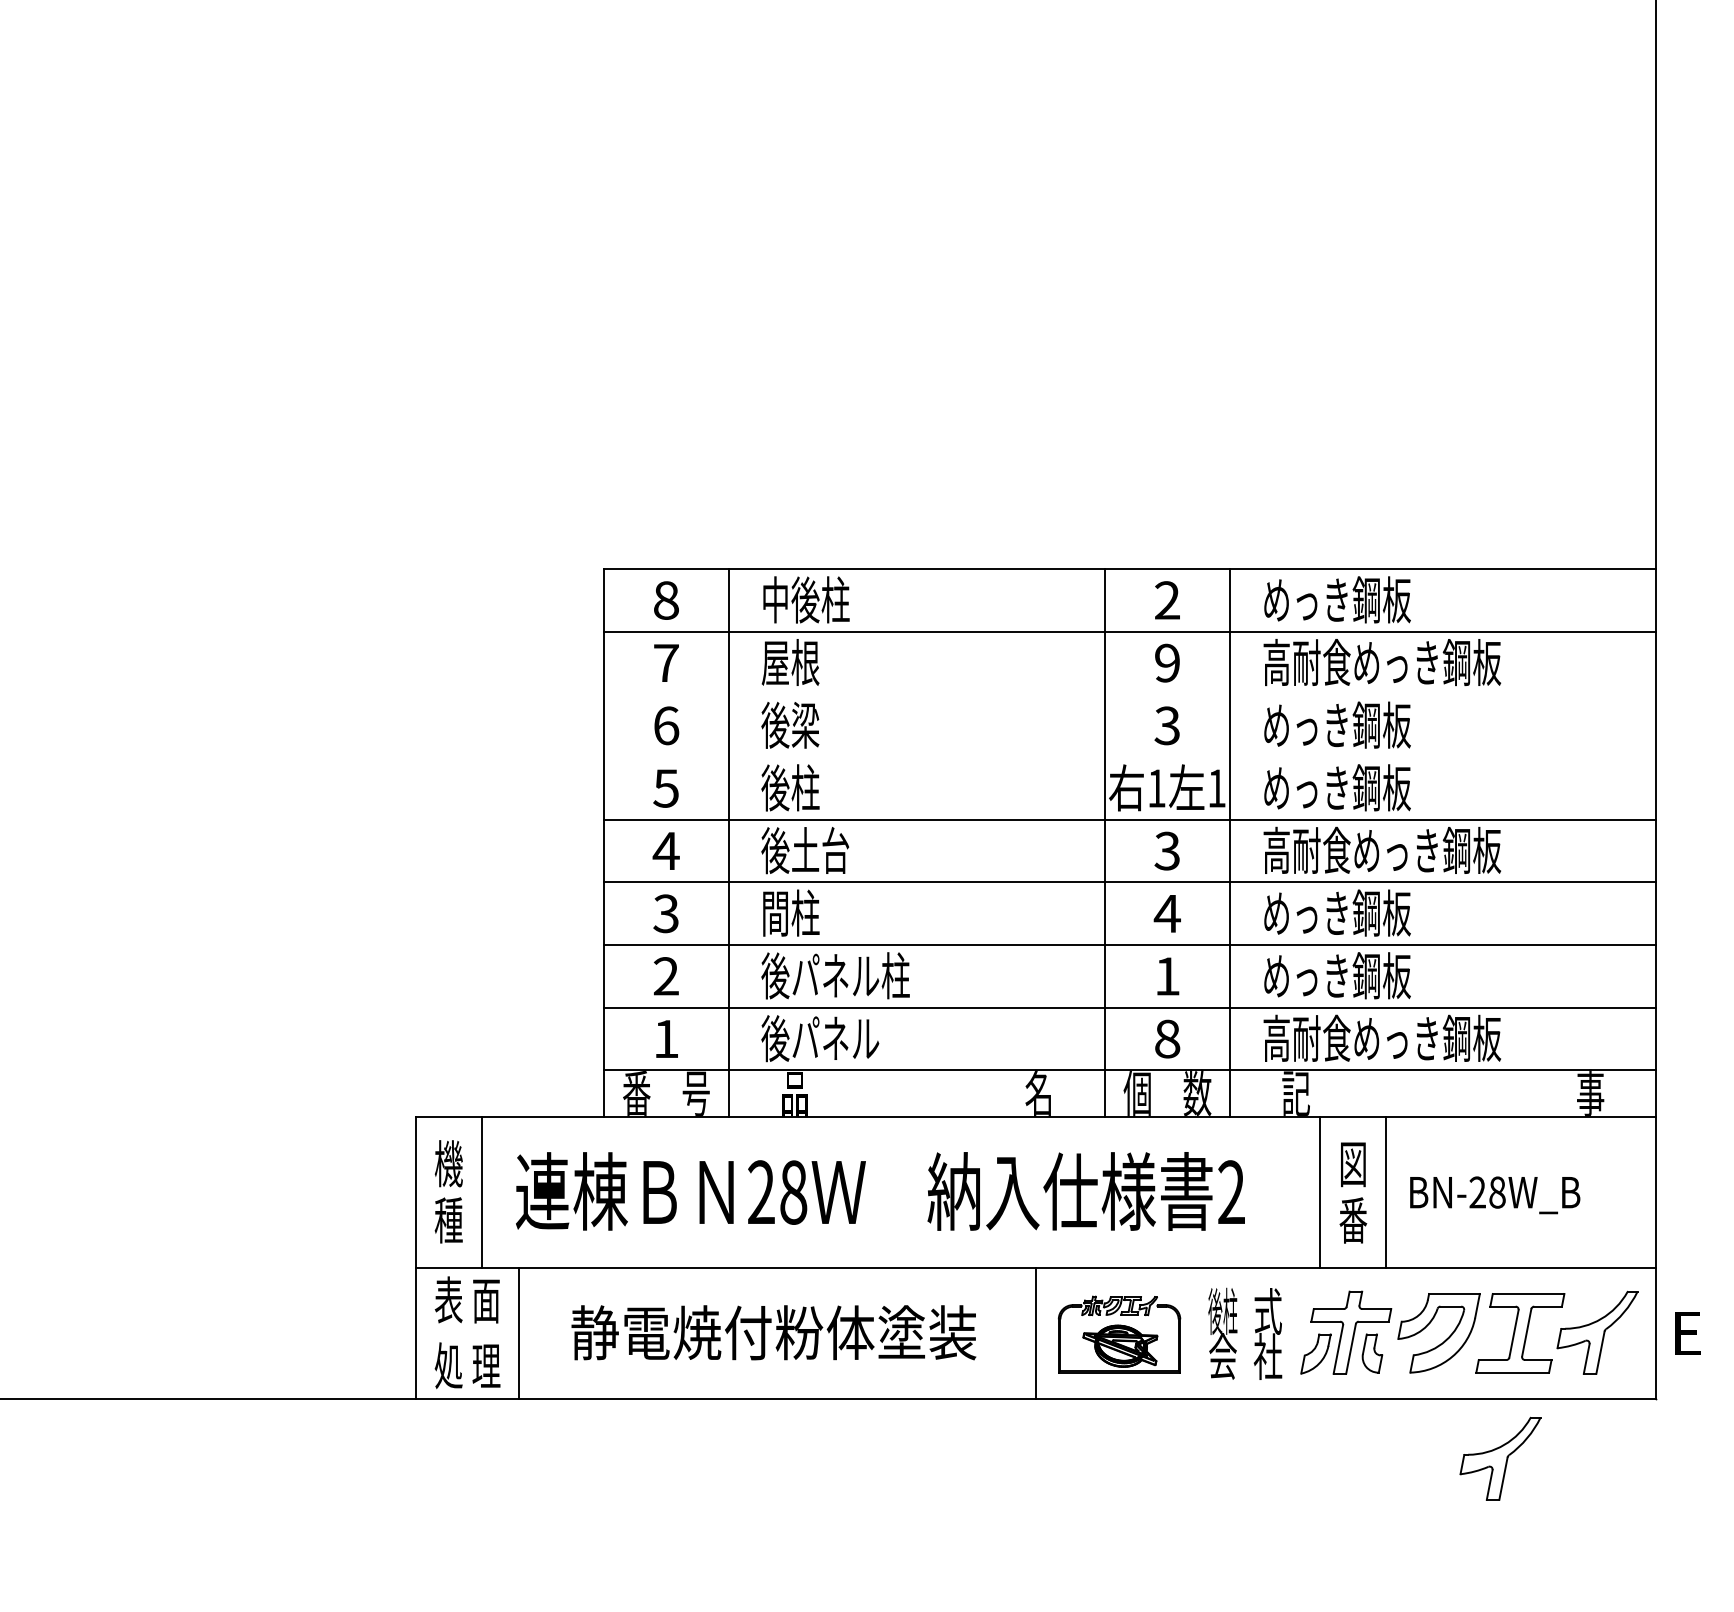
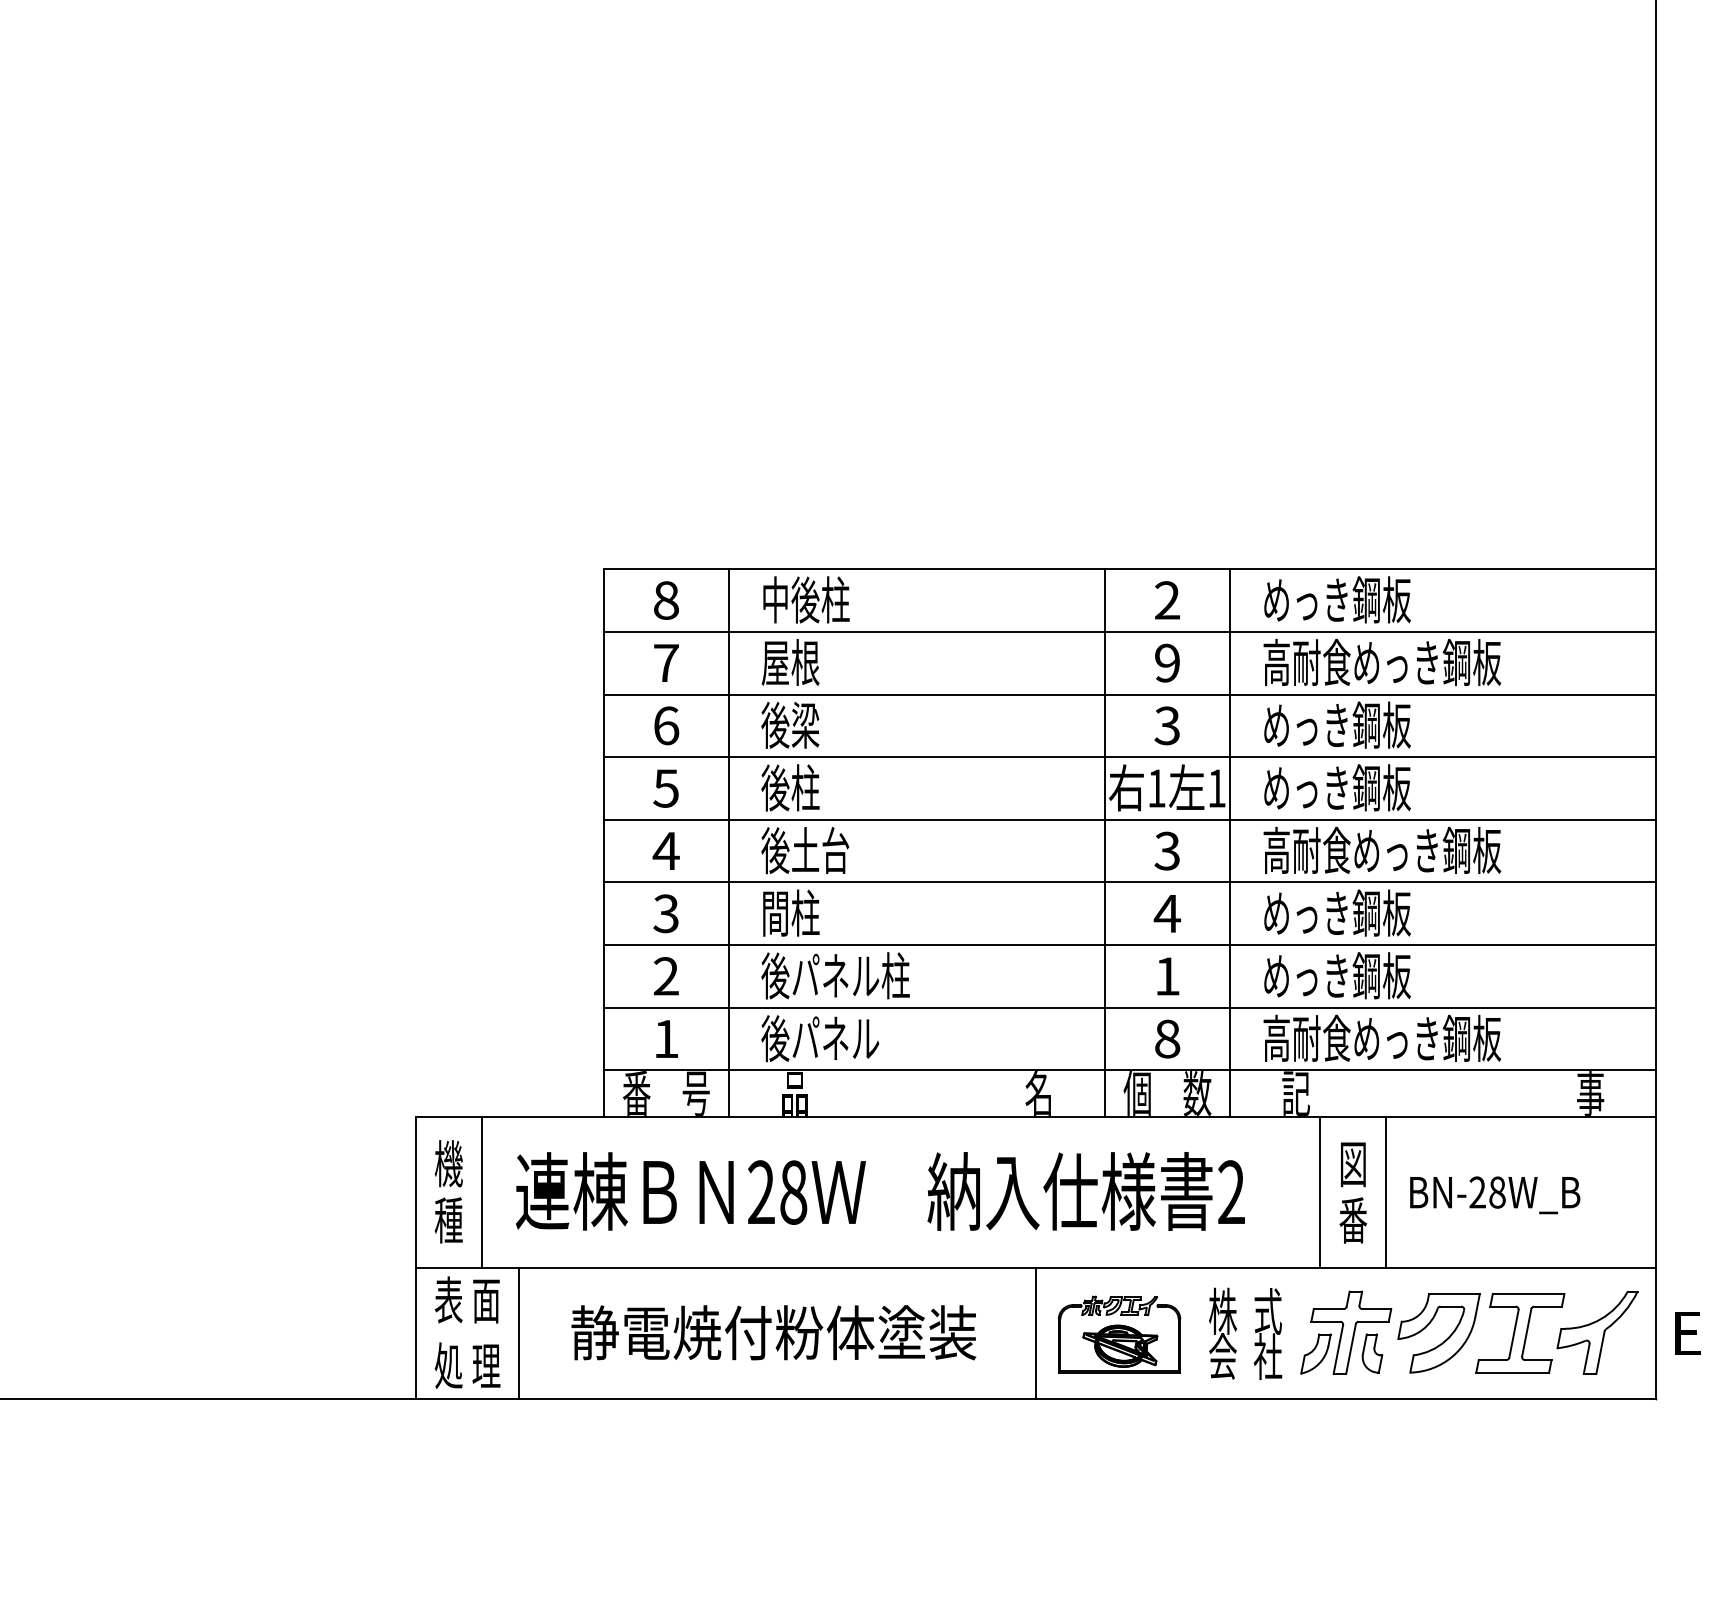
line at (1129, 694): none -> present
line at (1129, 757): none -> present
text at (1222, 1310): 後柱 -> 株
part at (1500, 1458): present -> none
